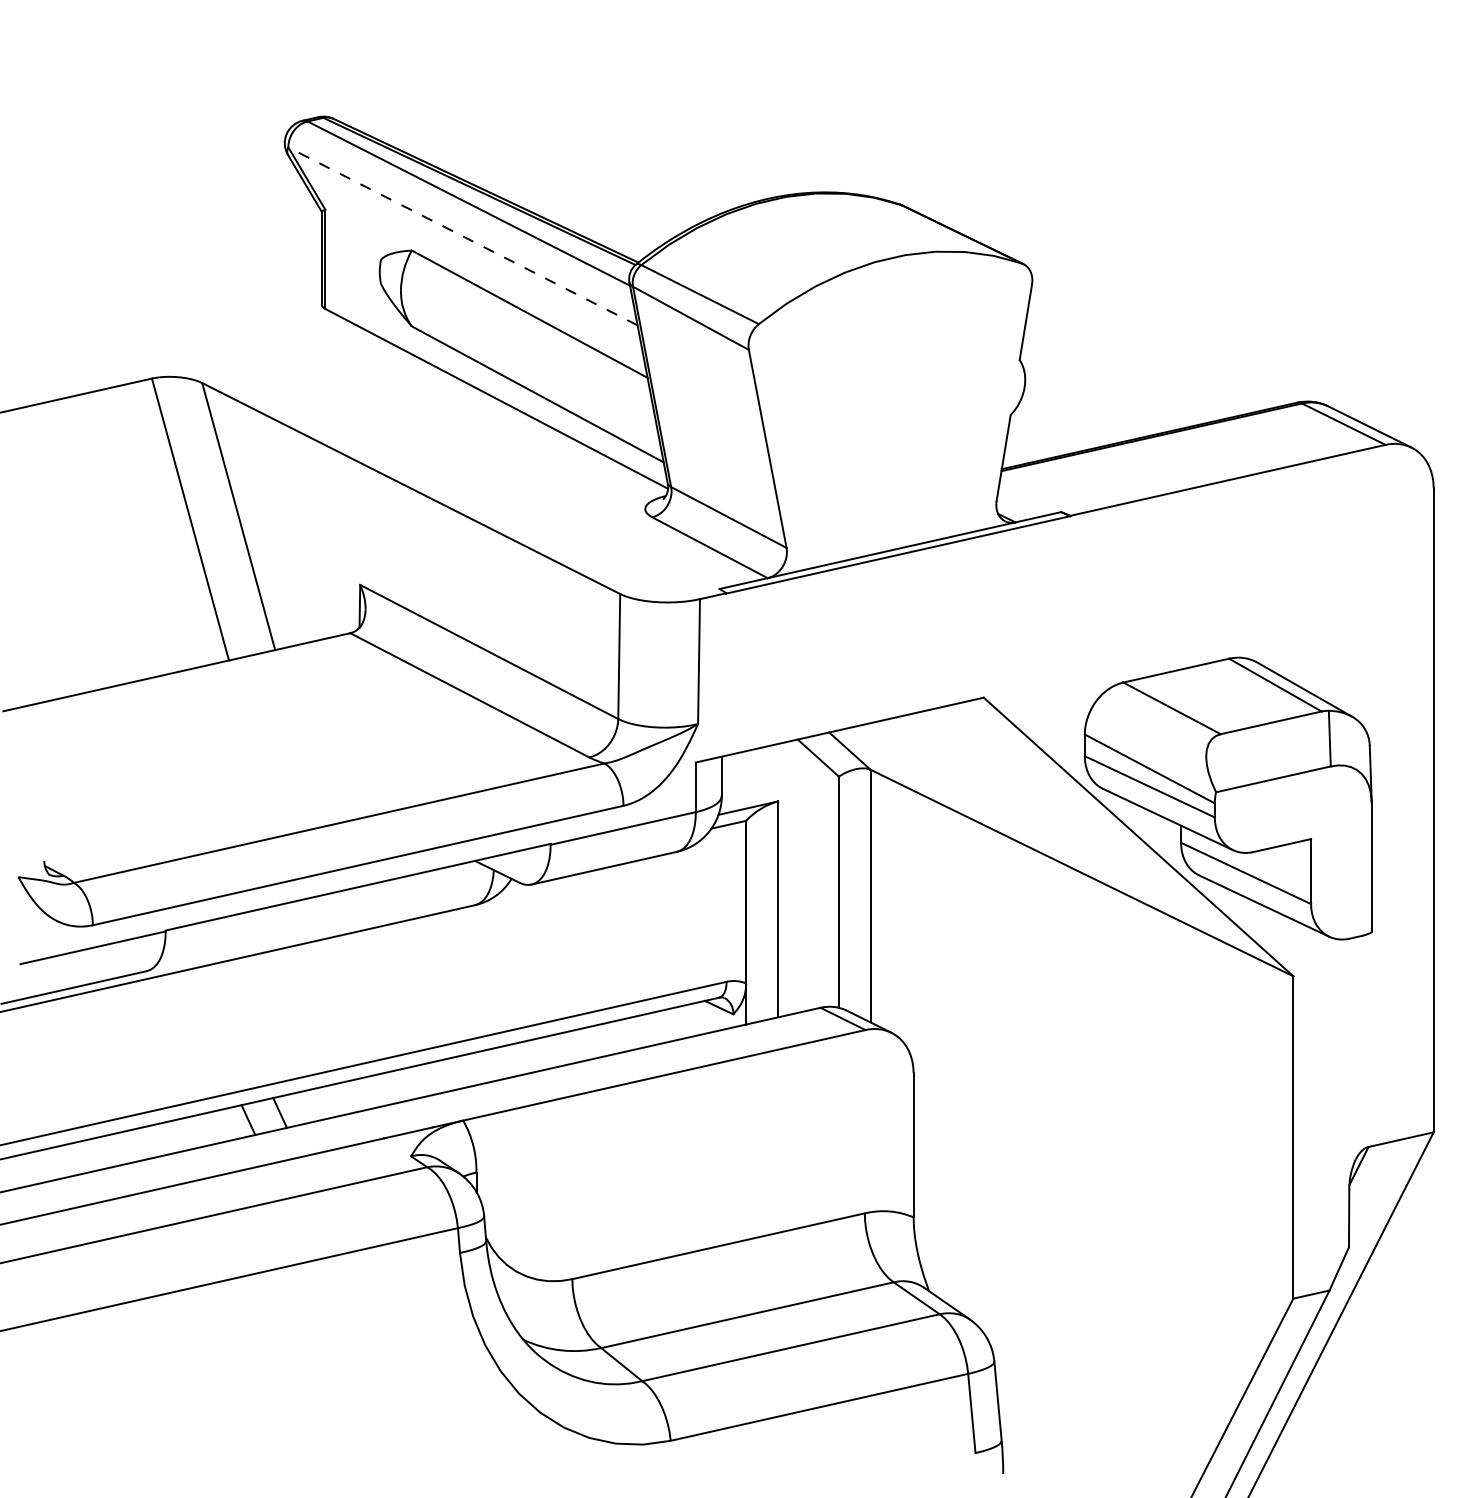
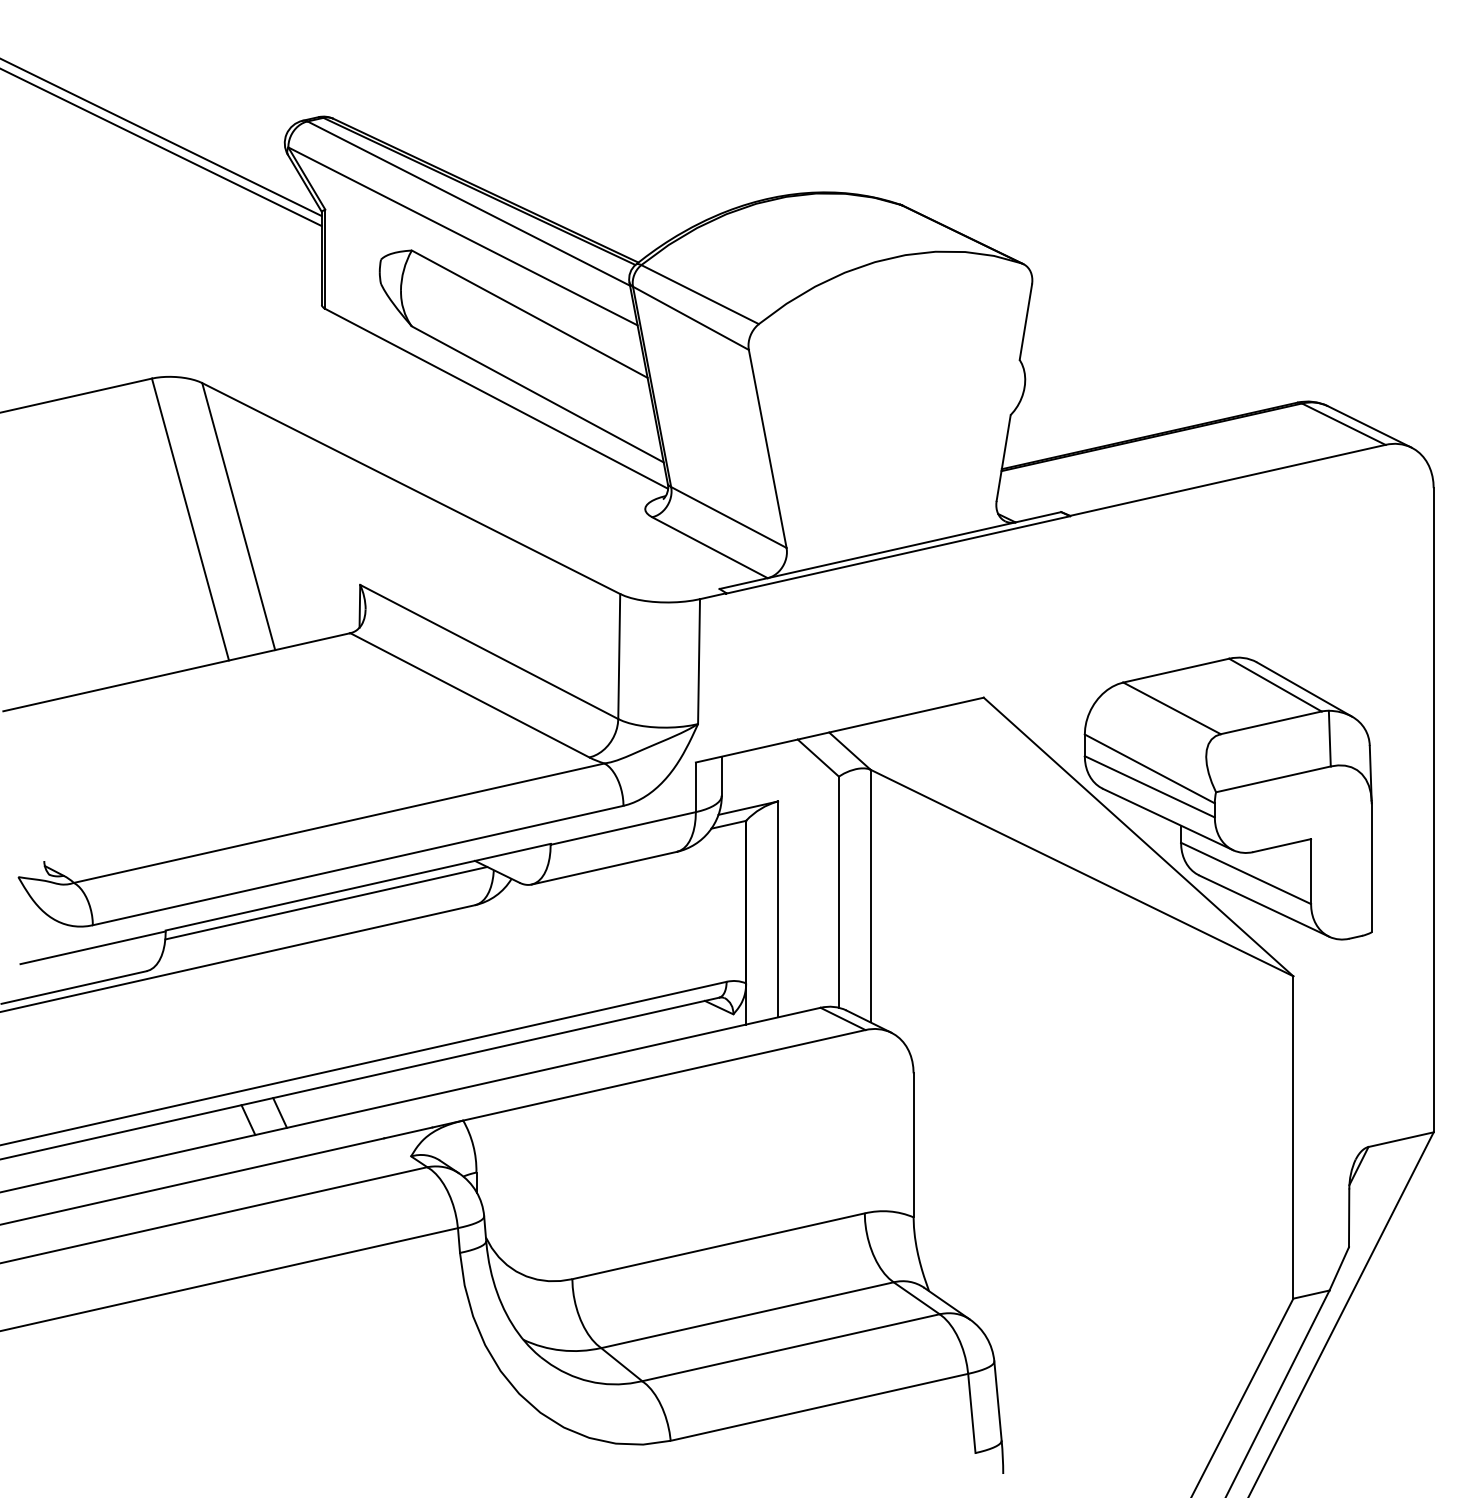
line at (161, 137): none -> present
line at (161, 147): none -> present
line at (462, 236): dashed -> solid
line at (326, 902): none -> present
